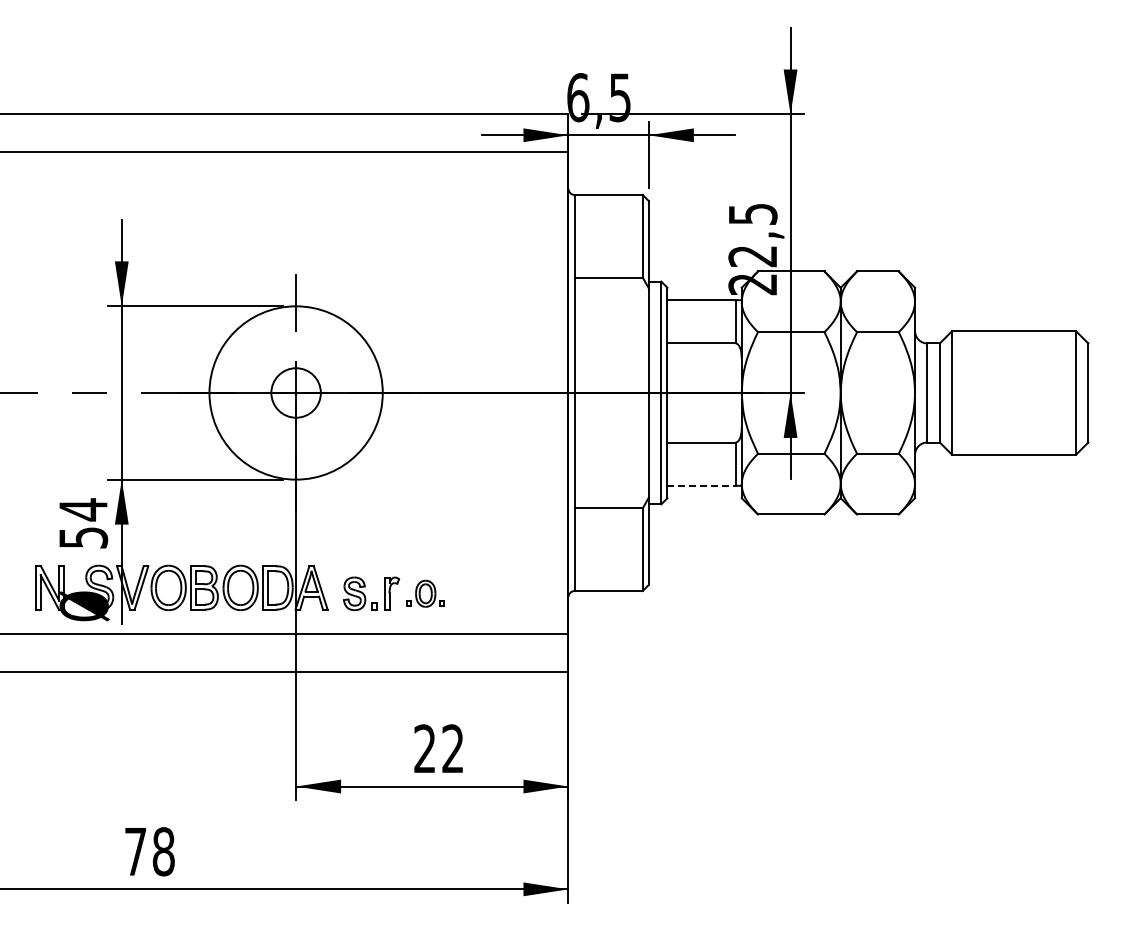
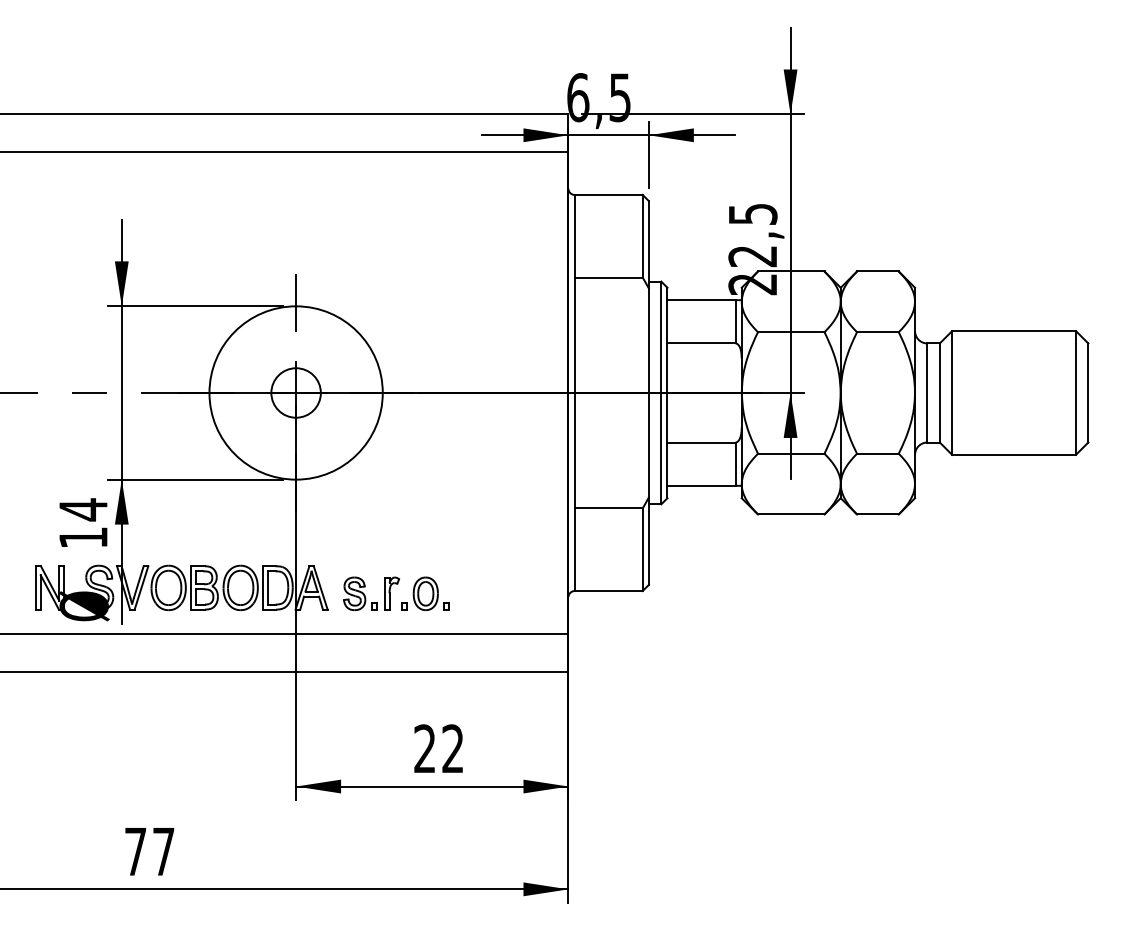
line at (702, 485): dashed -> solid
text at (83, 537): 54 -> 14
part at (425, 593) size: 39x29 px -> 49x35 px
text at (163, 851): 78 -> 77
